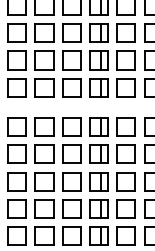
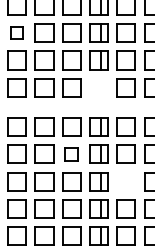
part at (16, 32) size: 20x20 px -> 14x14 px
part at (98, 87): present -> none
part at (71, 153) size: 20x20 px -> 15x15 px
part at (125, 181): present -> none
